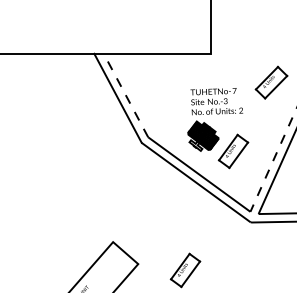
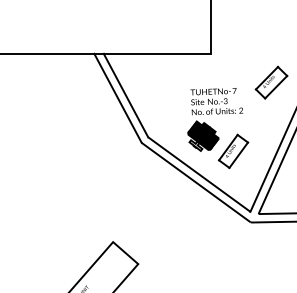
line at (125, 95): dashed -> solid
line at (273, 159): dashed -> solid
part at (185, 270): present -> none
